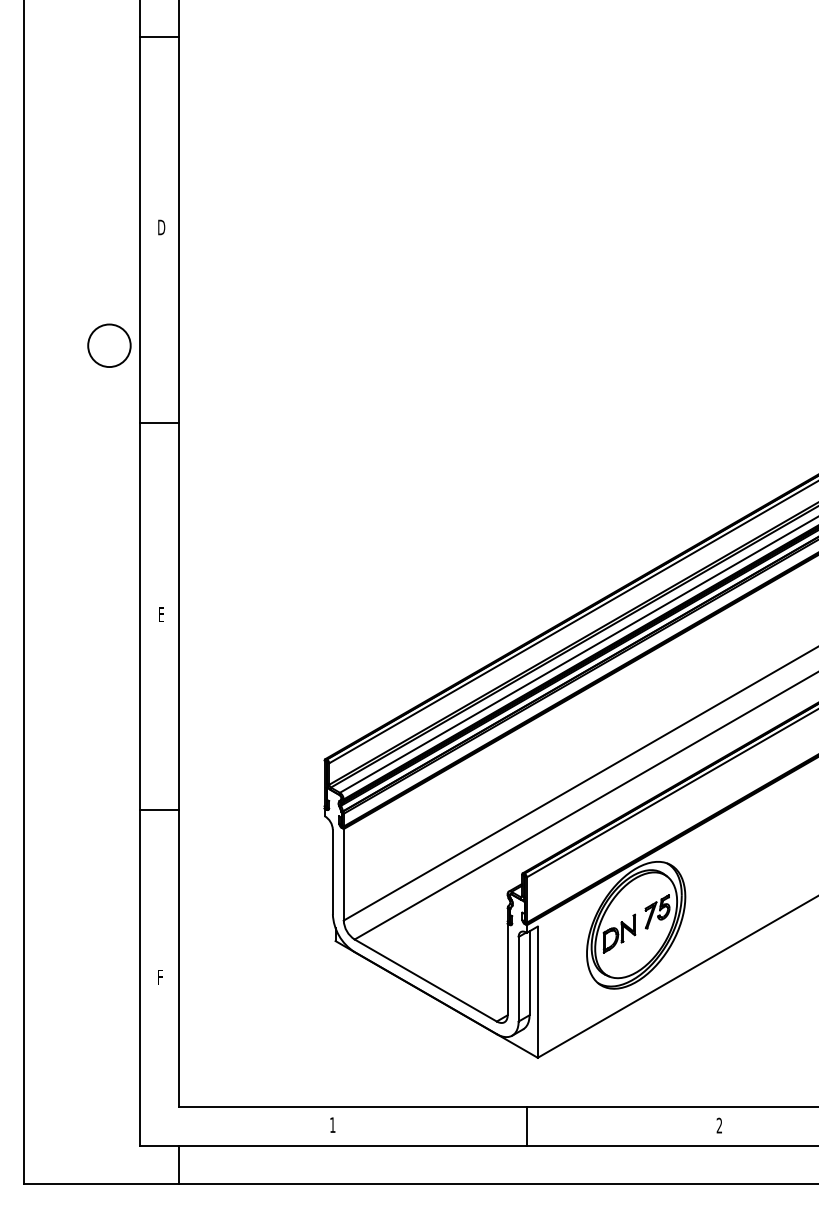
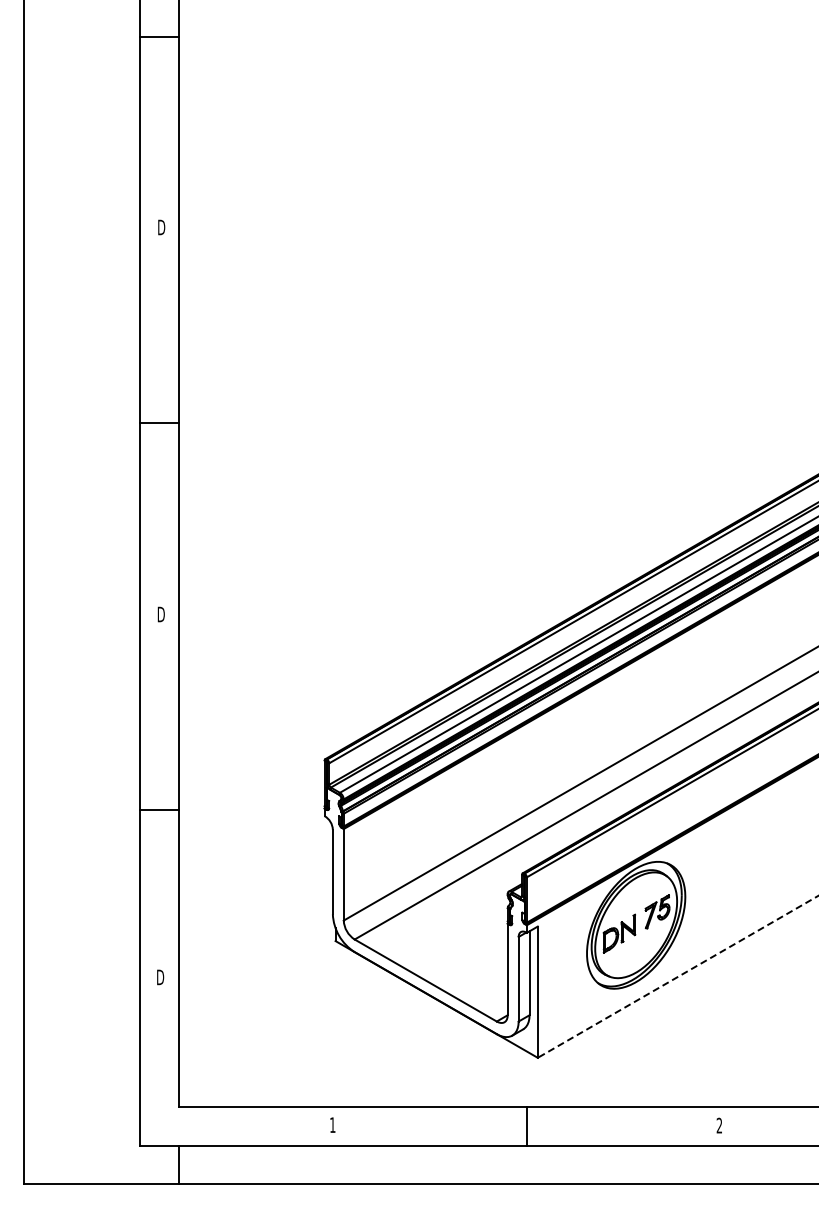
circle at (109, 345): present -> none
text at (160, 614): E -> D
line at (678, 976): solid -> dashed
text at (160, 977): F -> D
